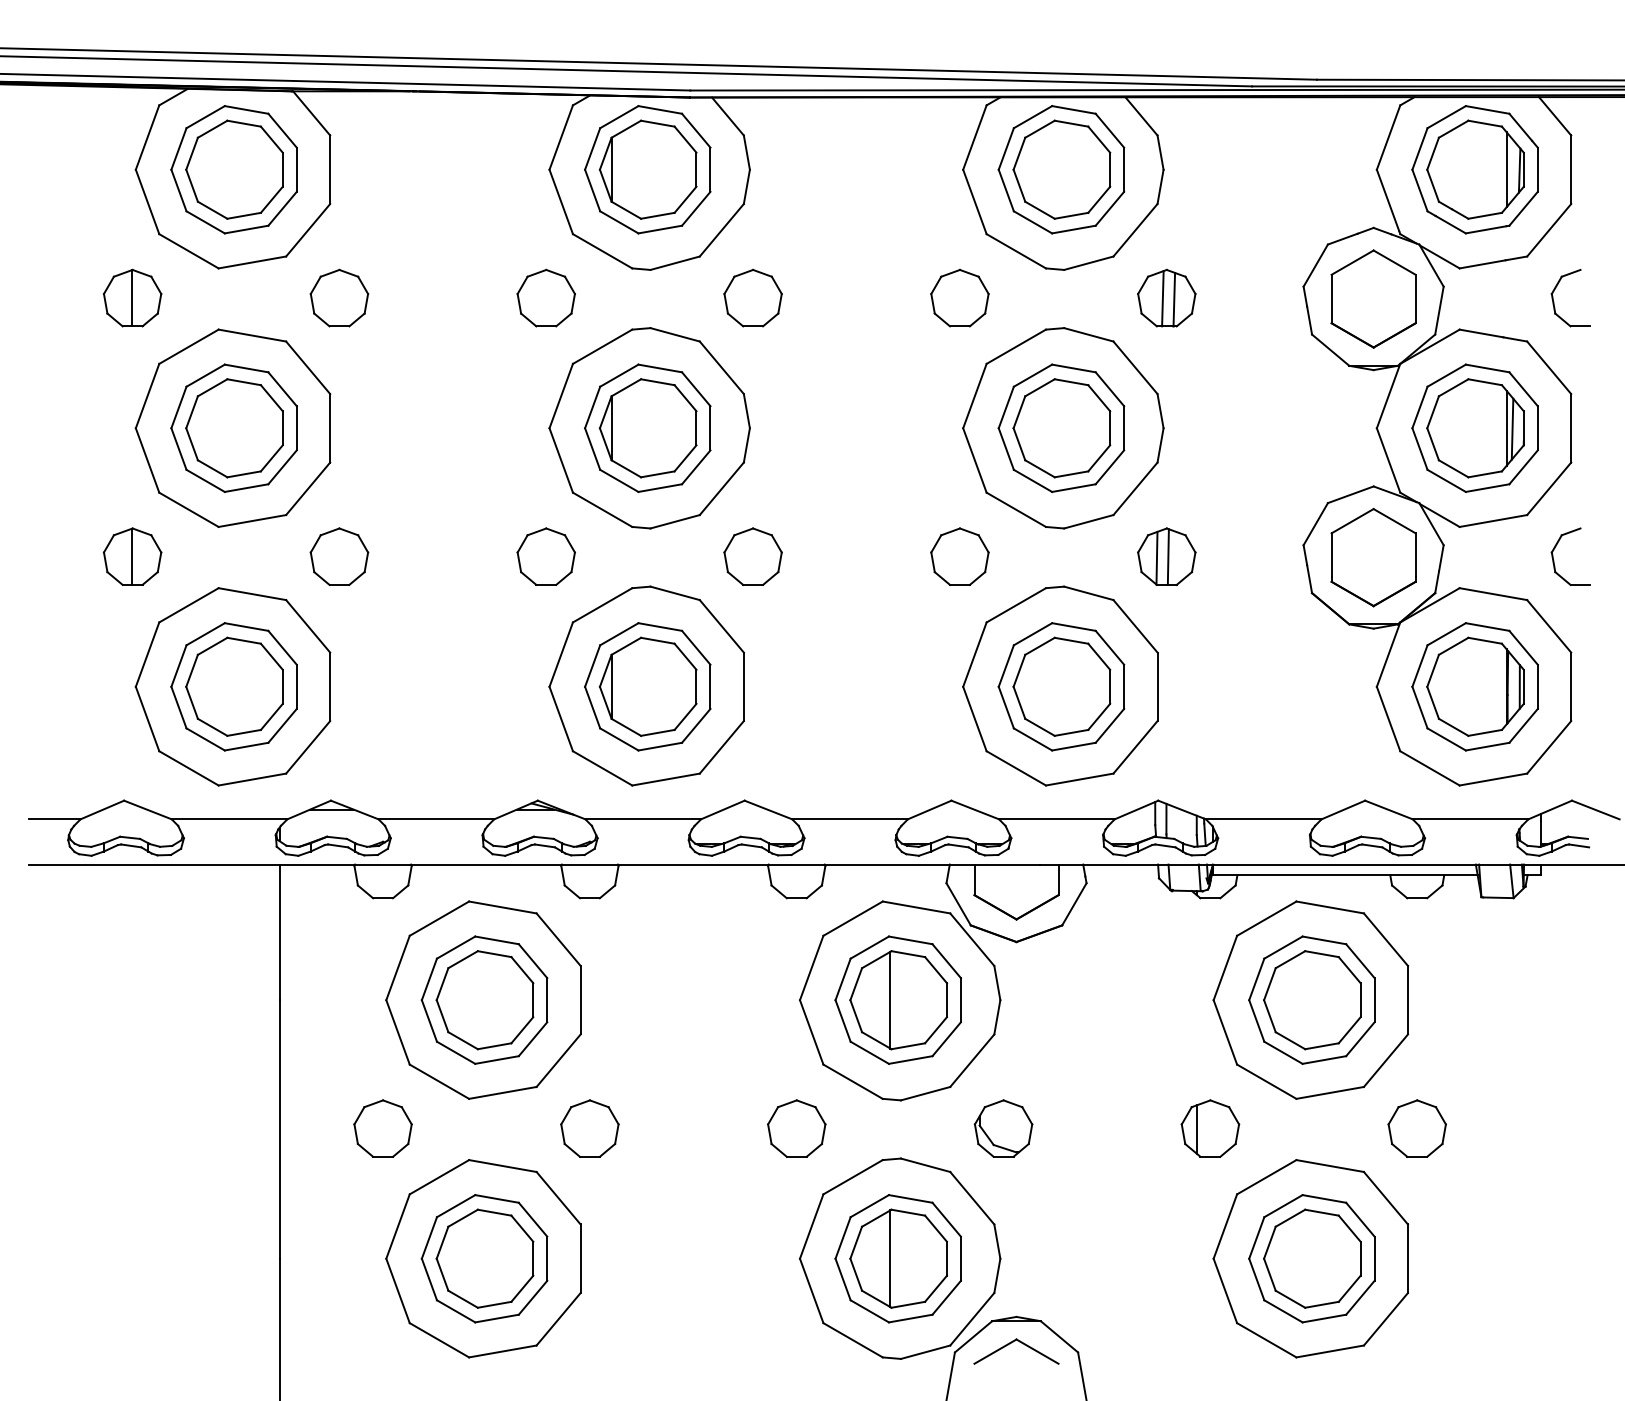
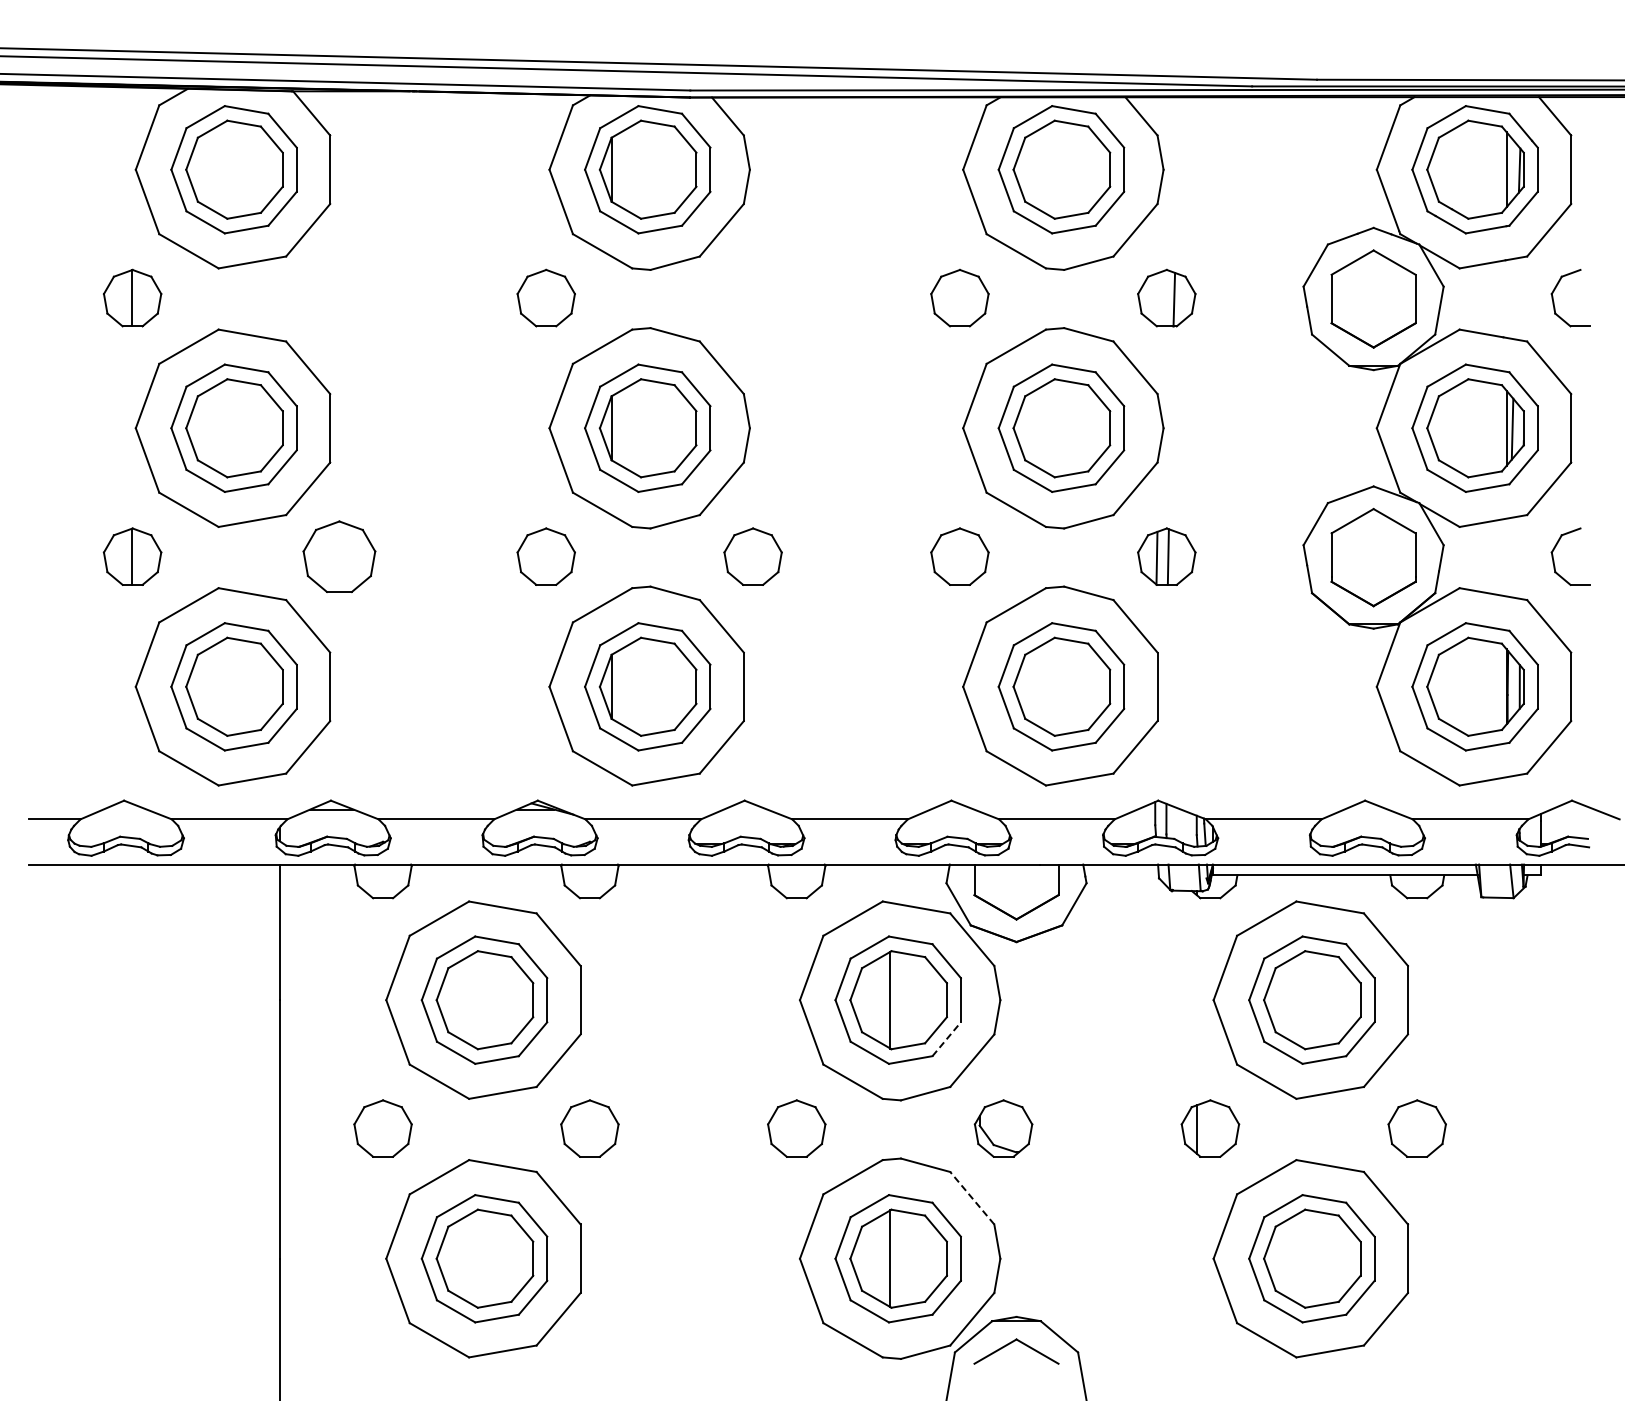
part at (339, 297): present -> none
part at (752, 297): present -> none
line at (1162, 298): present -> none
part at (339, 556) size: 61x59 px -> 75x73 px
line at (947, 1038): solid -> dashed
line at (971, 1197): solid -> dashed
